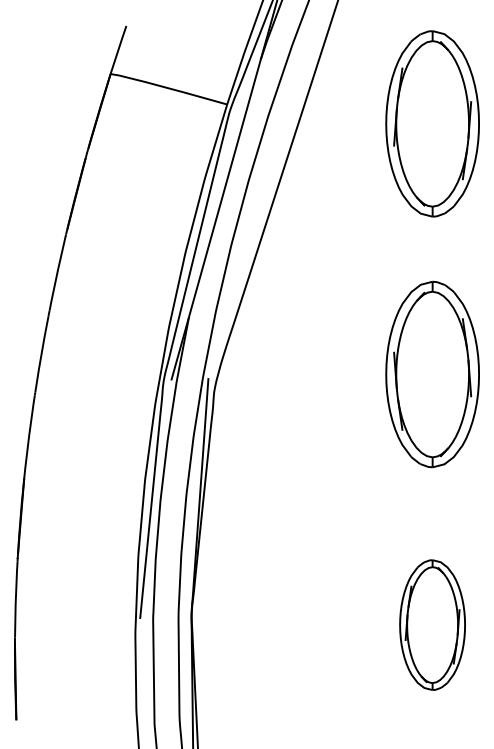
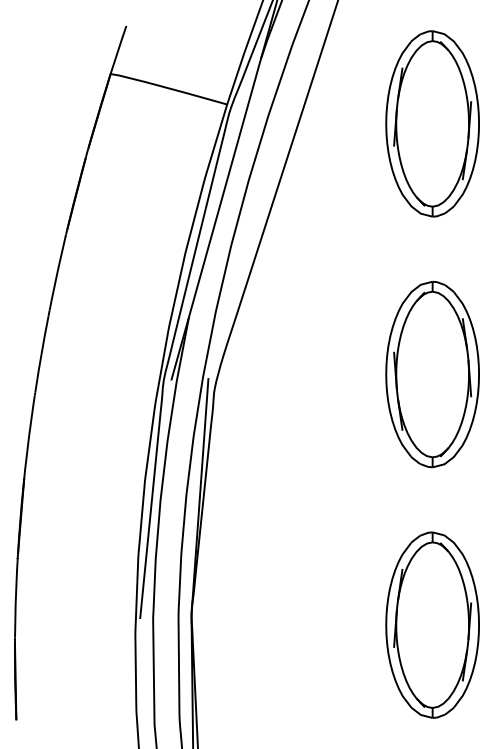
part at (432, 624) size: 67x132 px -> 95x188 px
